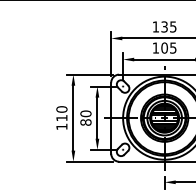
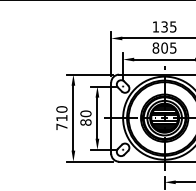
text at (155, 47): 105 -> 805
text at (61, 126): 110 -> 710
